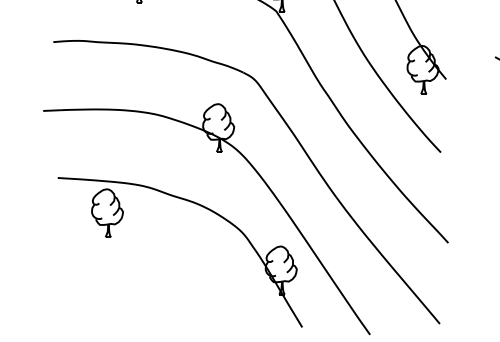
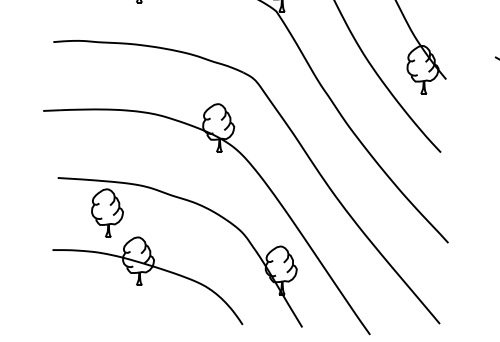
part at (147, 280): none -> present
